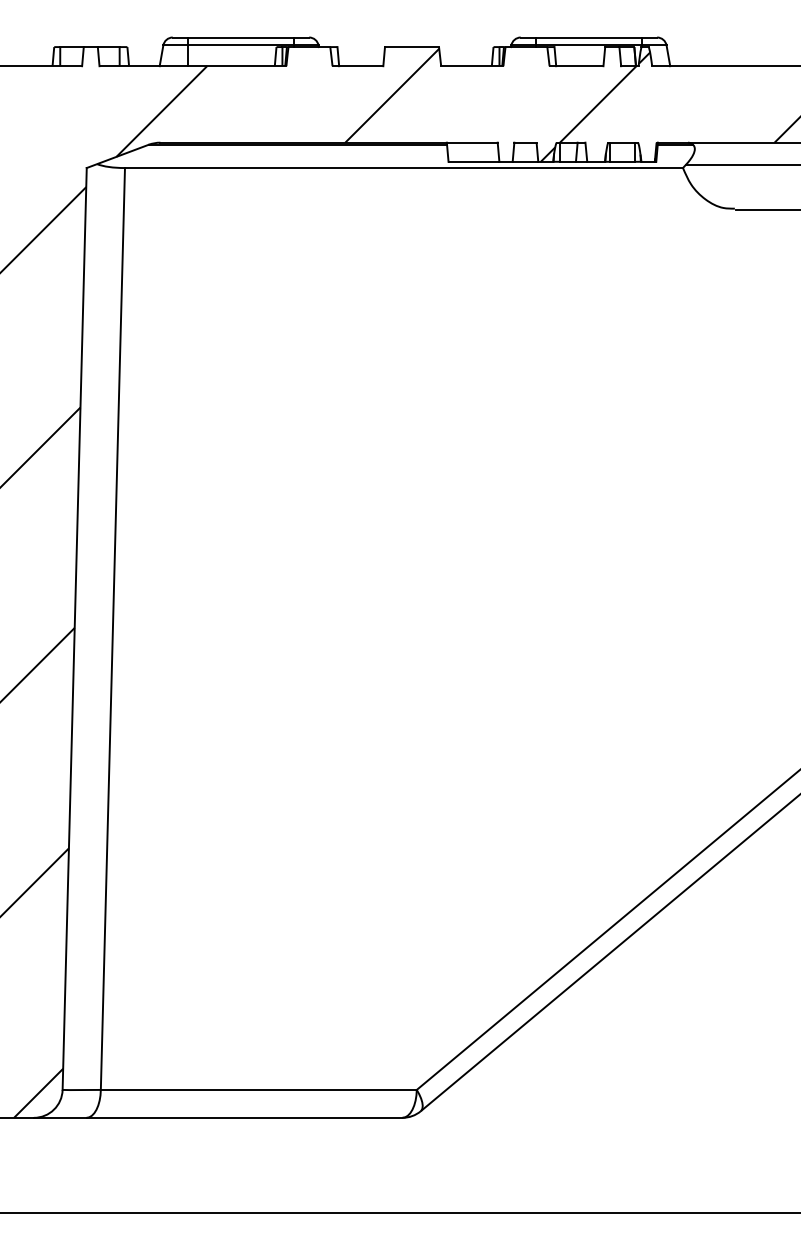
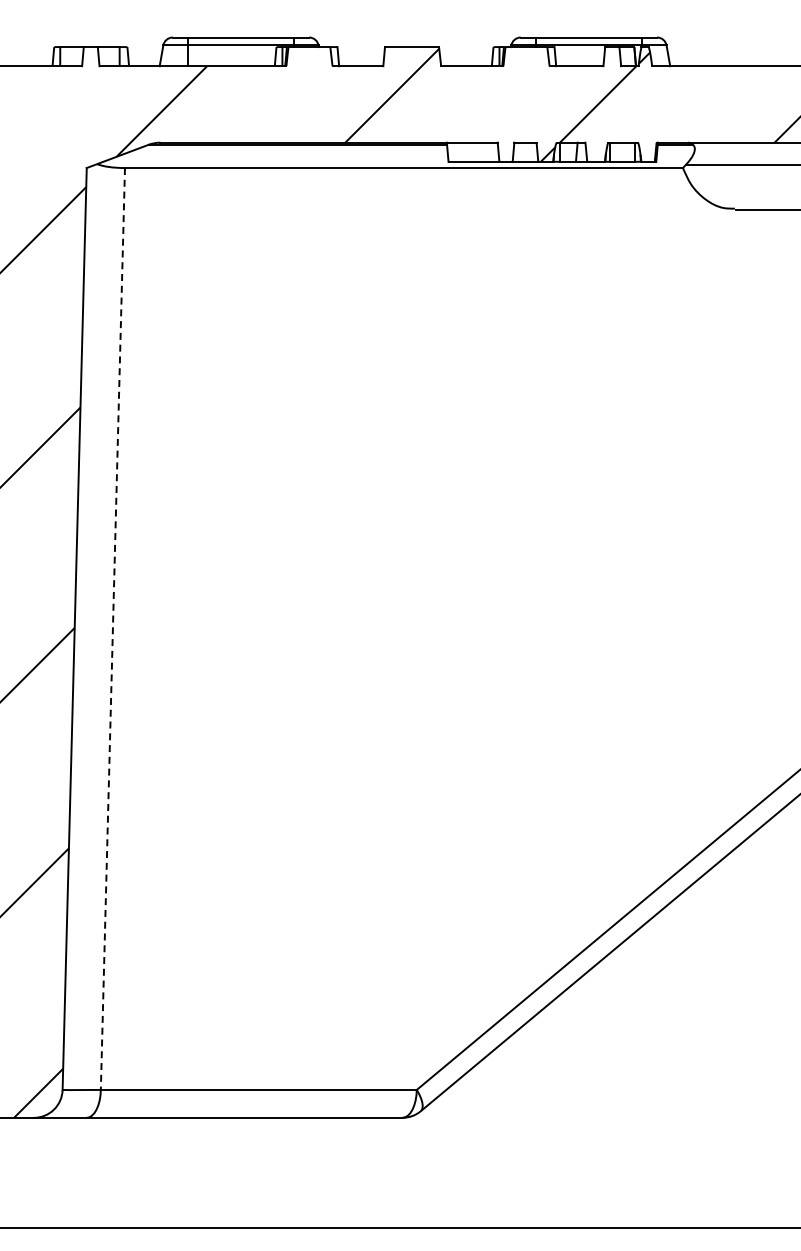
line at (112, 629): solid -> dashed
line at (399, 1213) position: (399, 1213) -> (399, 1228)
